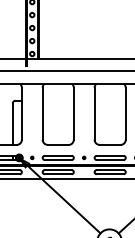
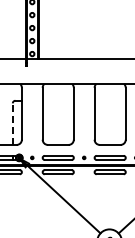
line at (66, 70): present -> none
line at (12, 124): solid -> dashed
line at (66, 178): present -> none
